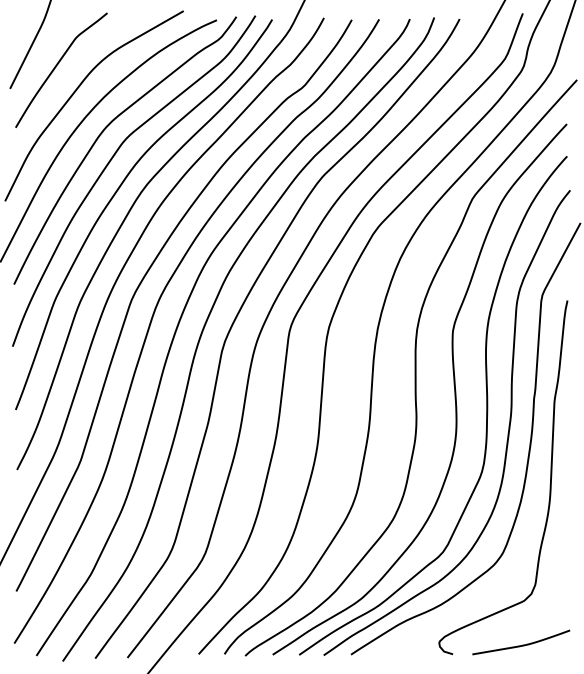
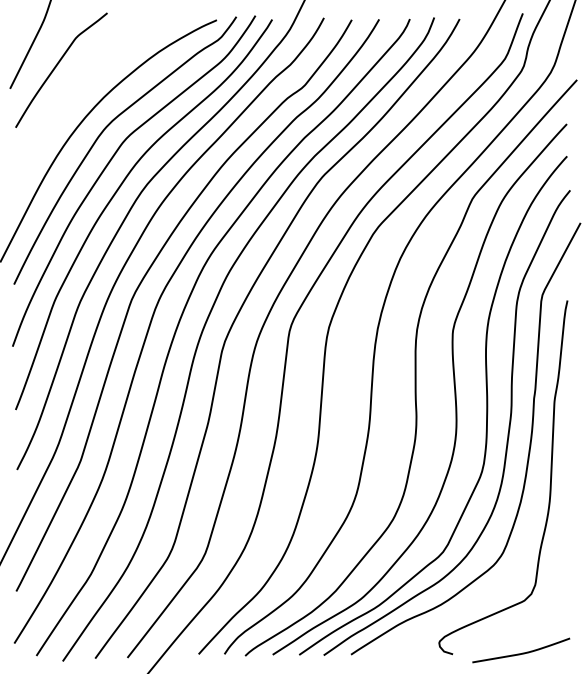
curve at (77, 90): present -> none
curve at (522, 644) position: (522, 644) -> (522, 652)
